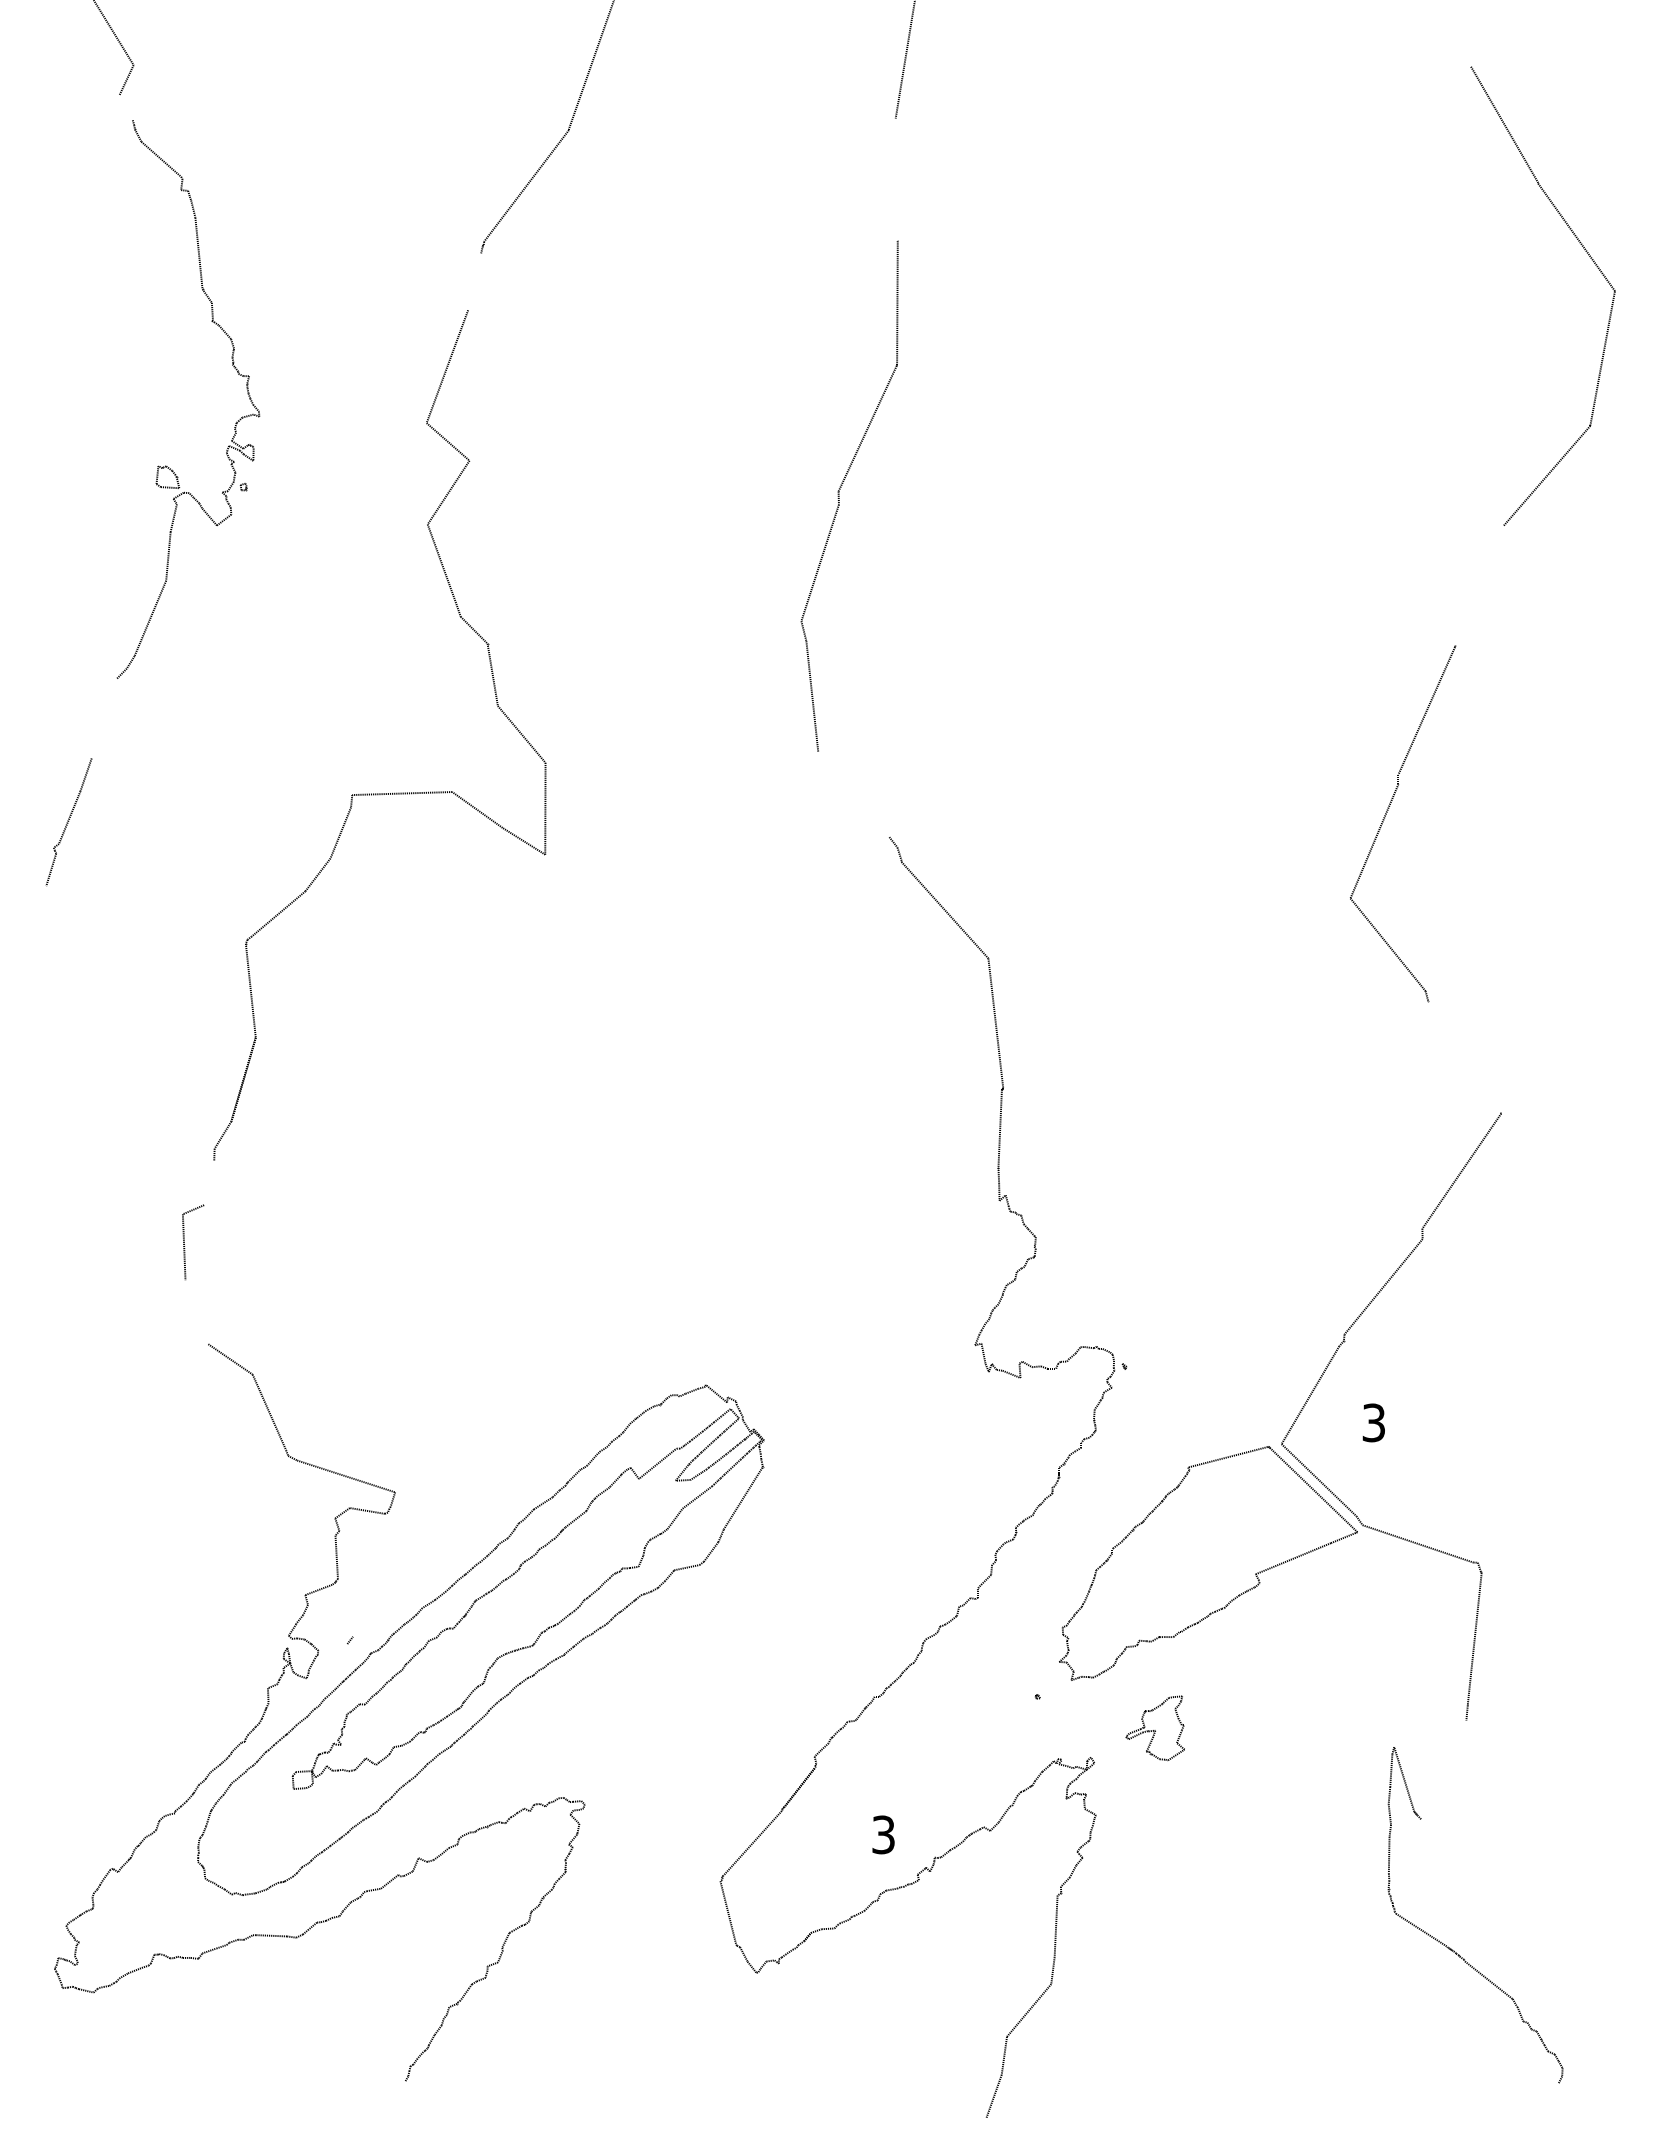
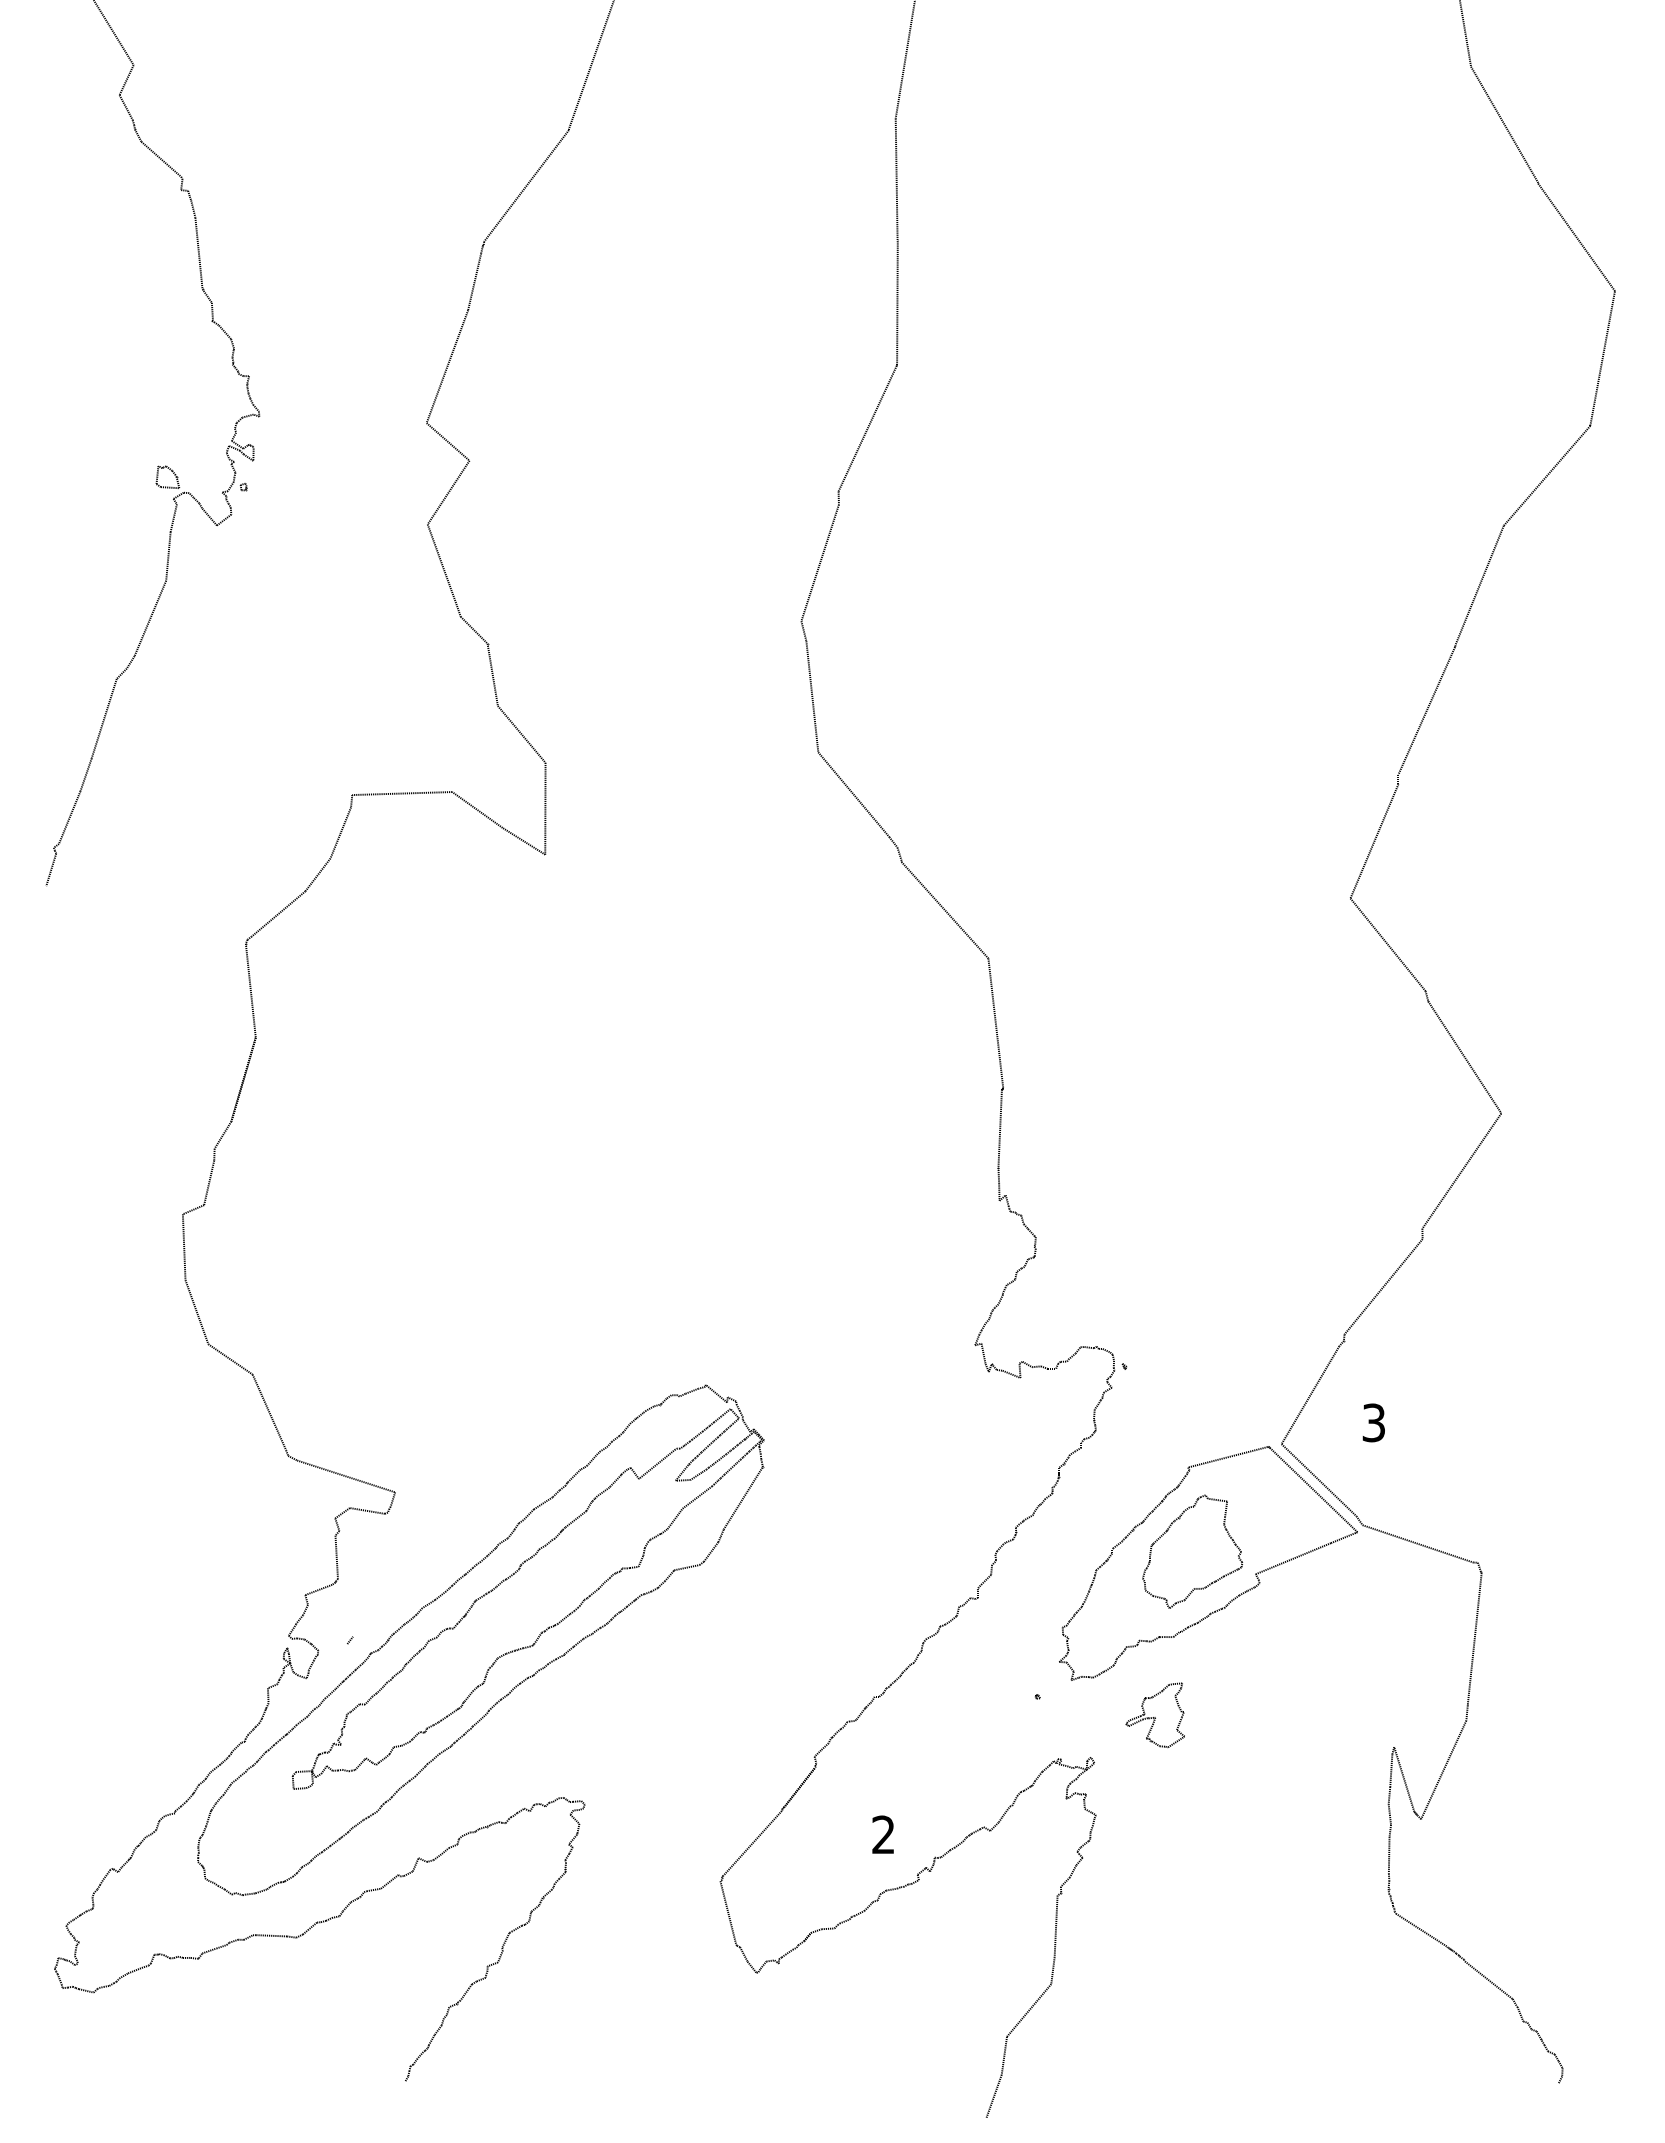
line at (1465, 34): none -> present
line at (125, 107): none -> present
line at (896, 179): none -> present
line at (474, 281): none -> present
line at (1479, 585): none -> present
line at (103, 718): none -> present
line at (853, 794): none -> present
line at (1464, 1056): none -> present
line at (209, 1182): none -> present
line at (196, 1312): none -> present
part at (1168, 1530): none -> present
part at (1154, 1728) position: (1154, 1728) -> (1154, 1715)
line at (1443, 1769): none -> present
text at (883, 1834): 3 -> 2
